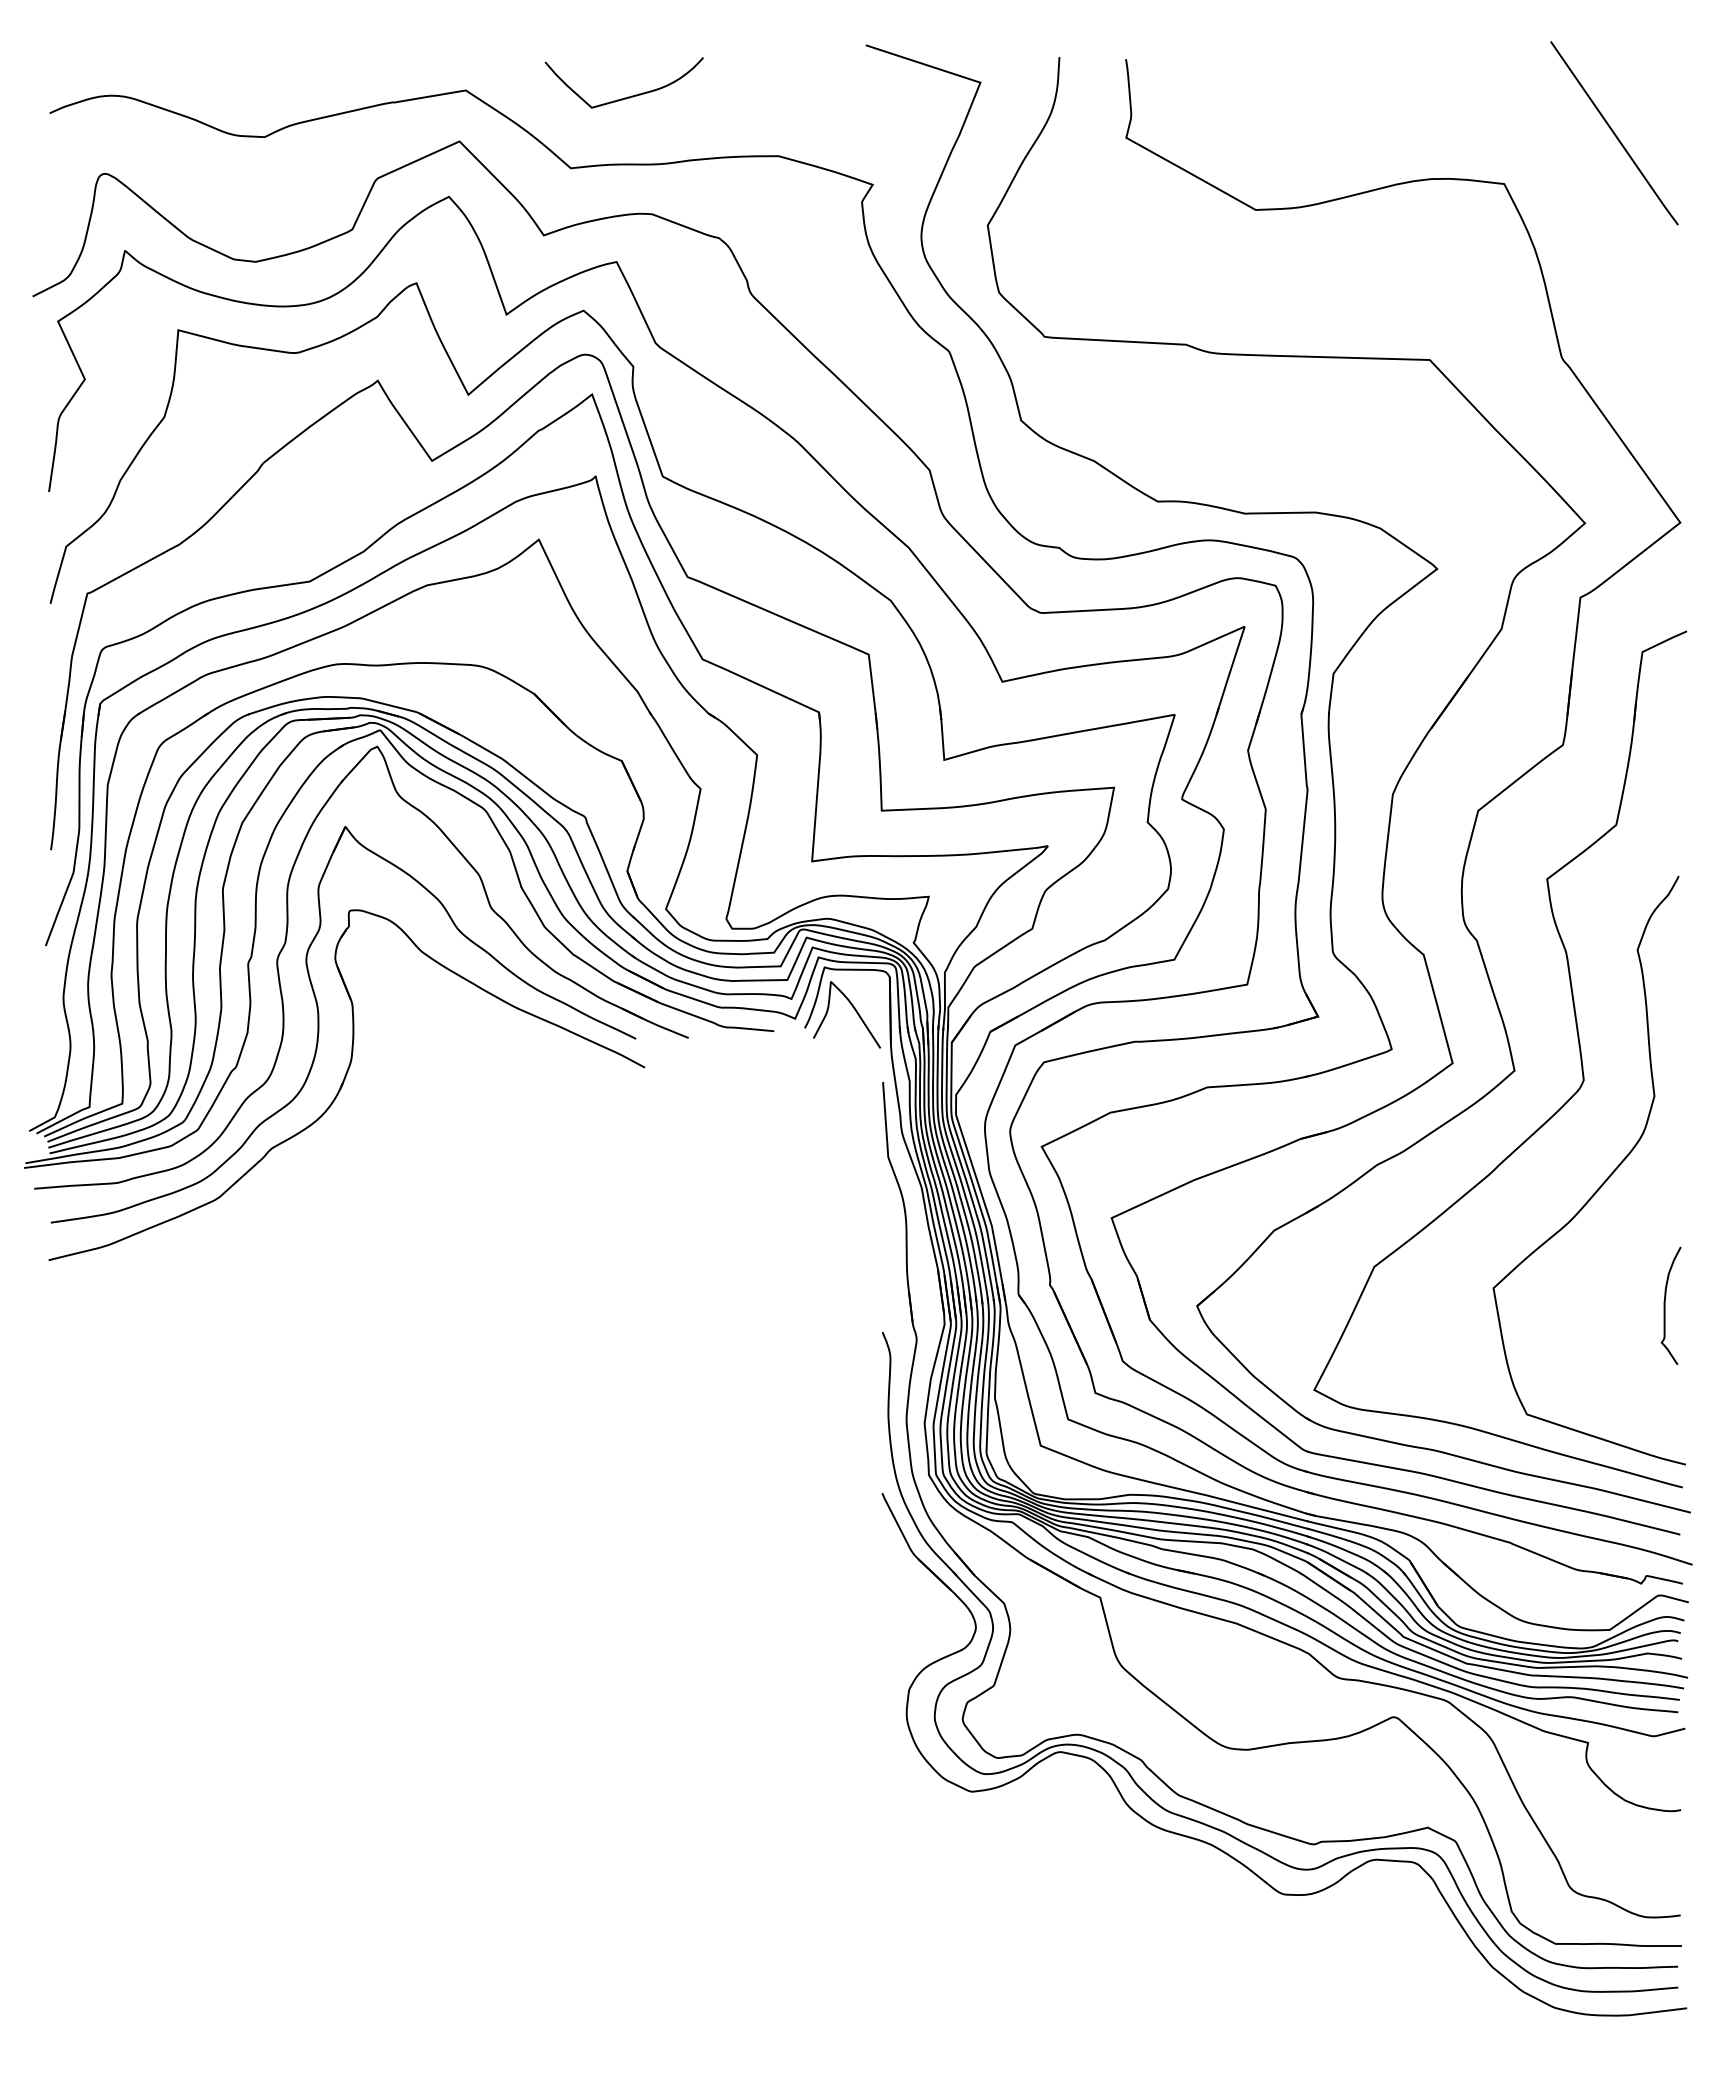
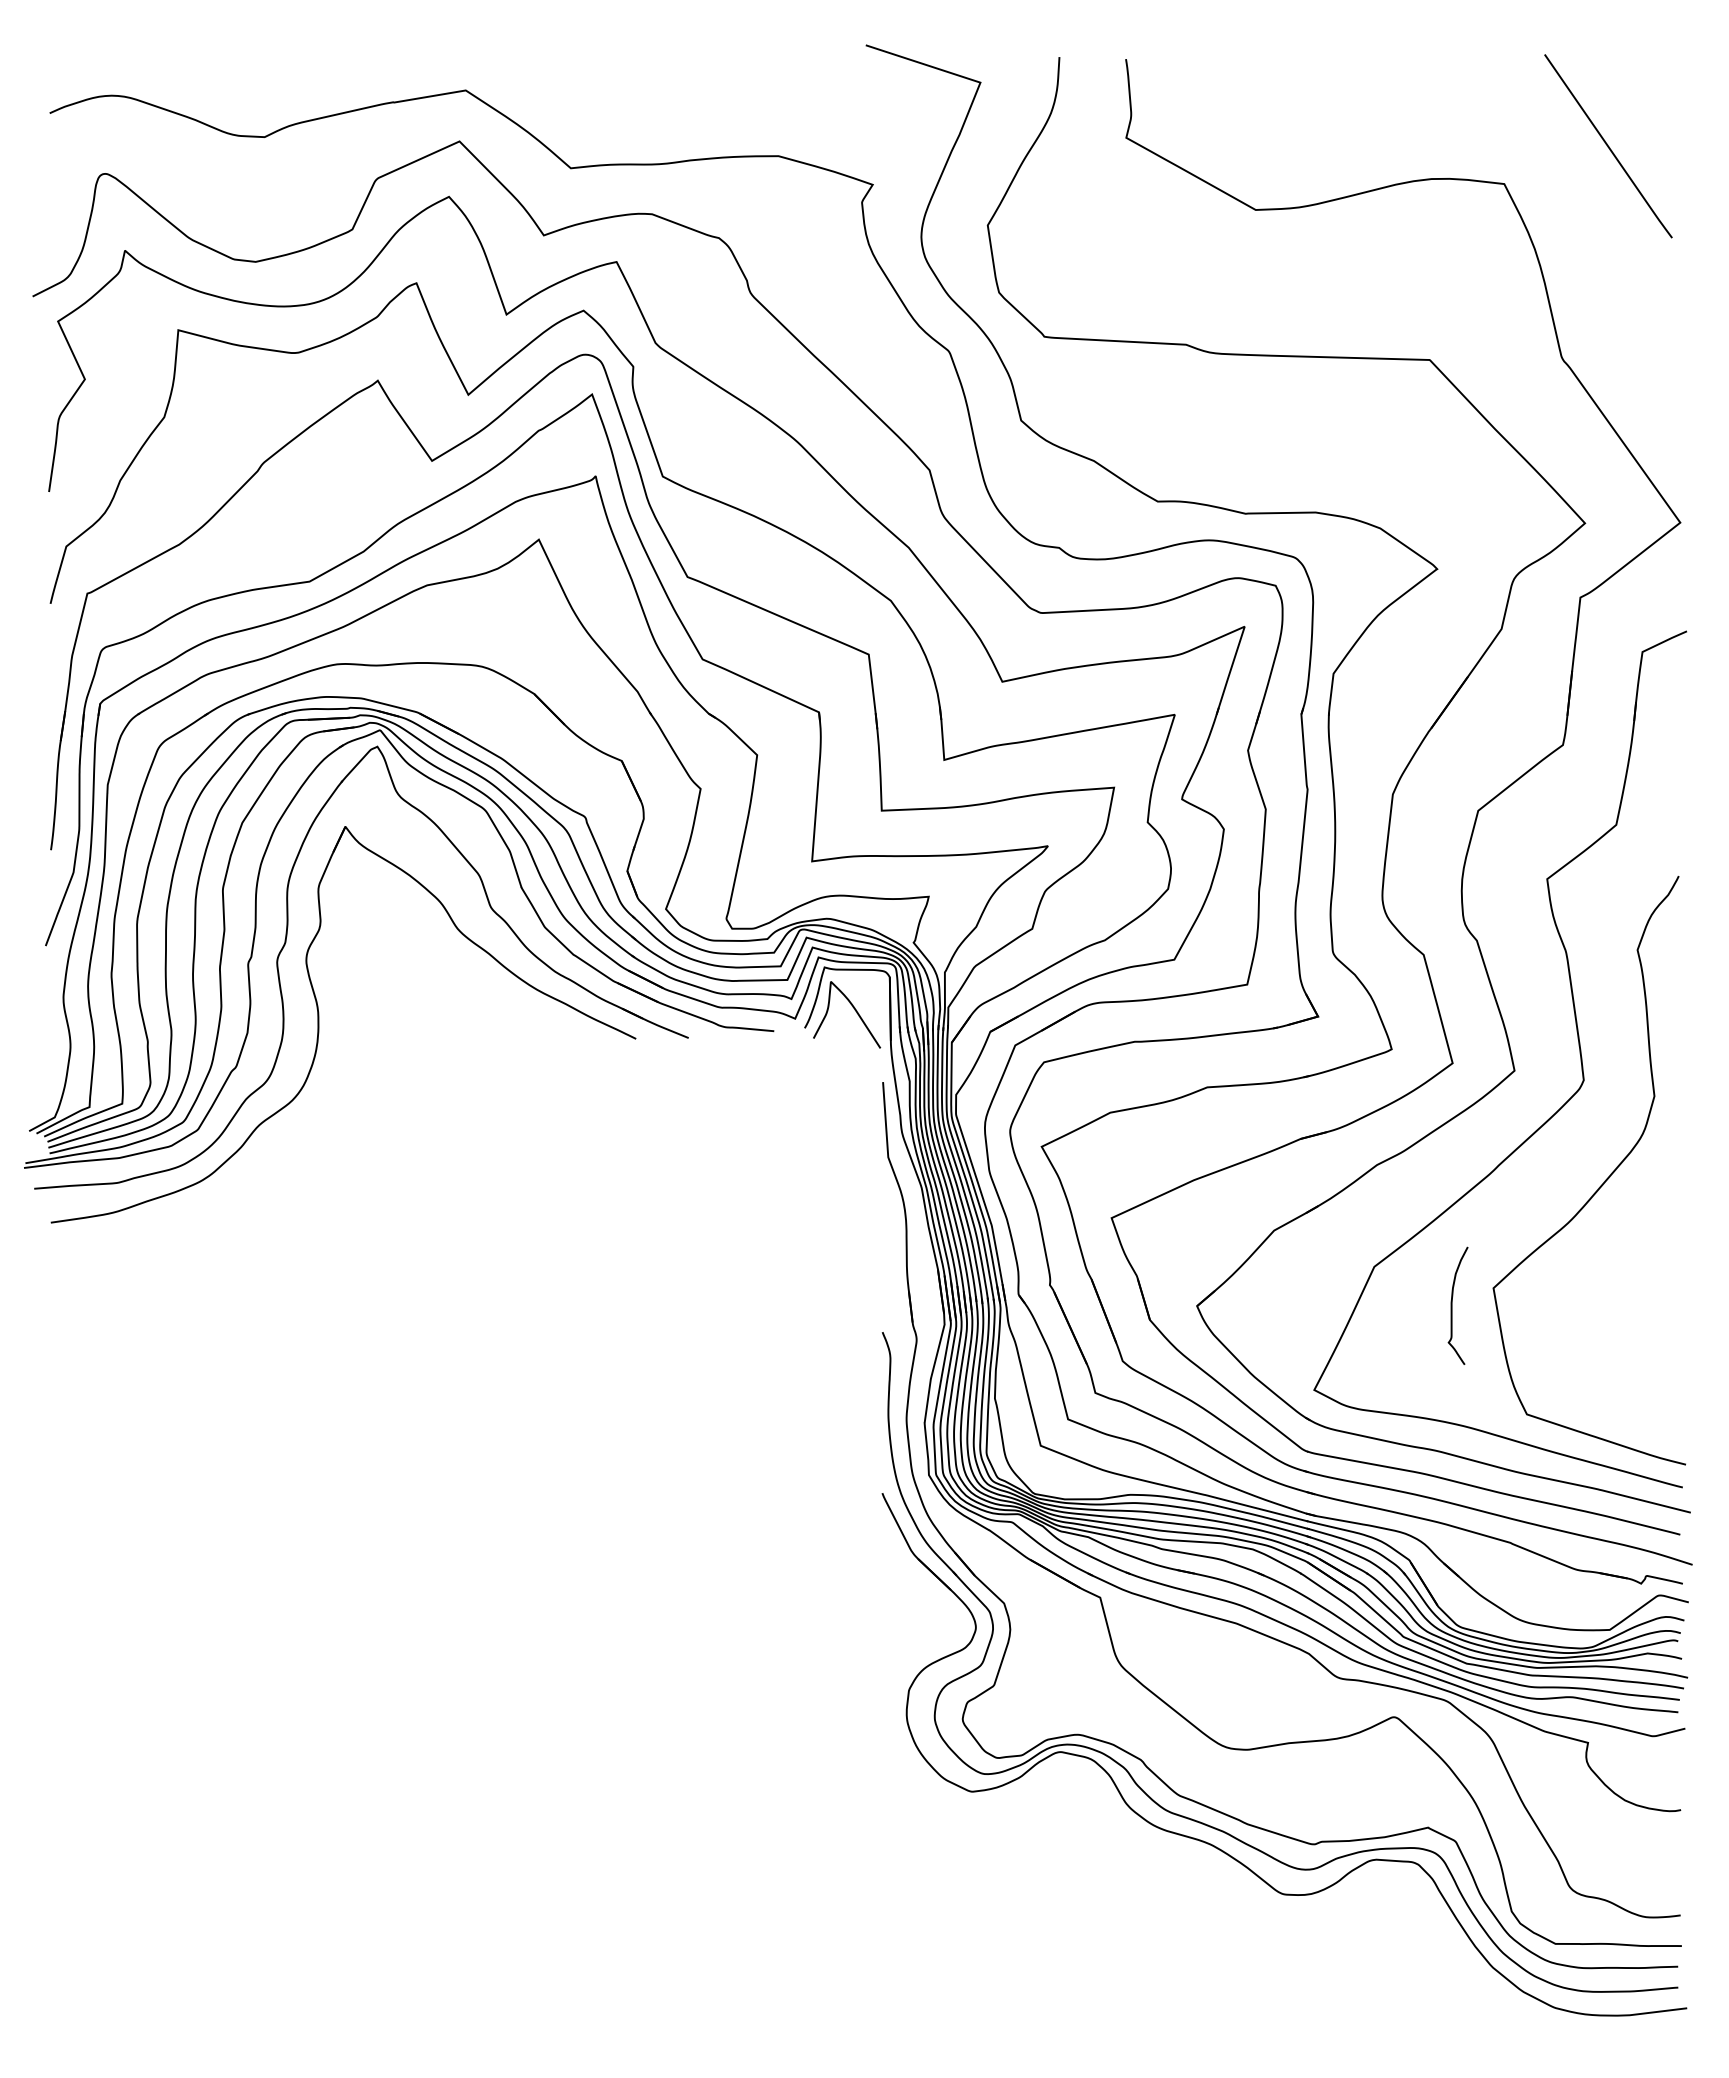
curve at (628, 96): present -> none
line at (1614, 133) position: (1614, 133) -> (1608, 146)
part at (346, 1084): present -> none
curve at (1665, 1305) position: (1665, 1305) -> (1452, 1305)
